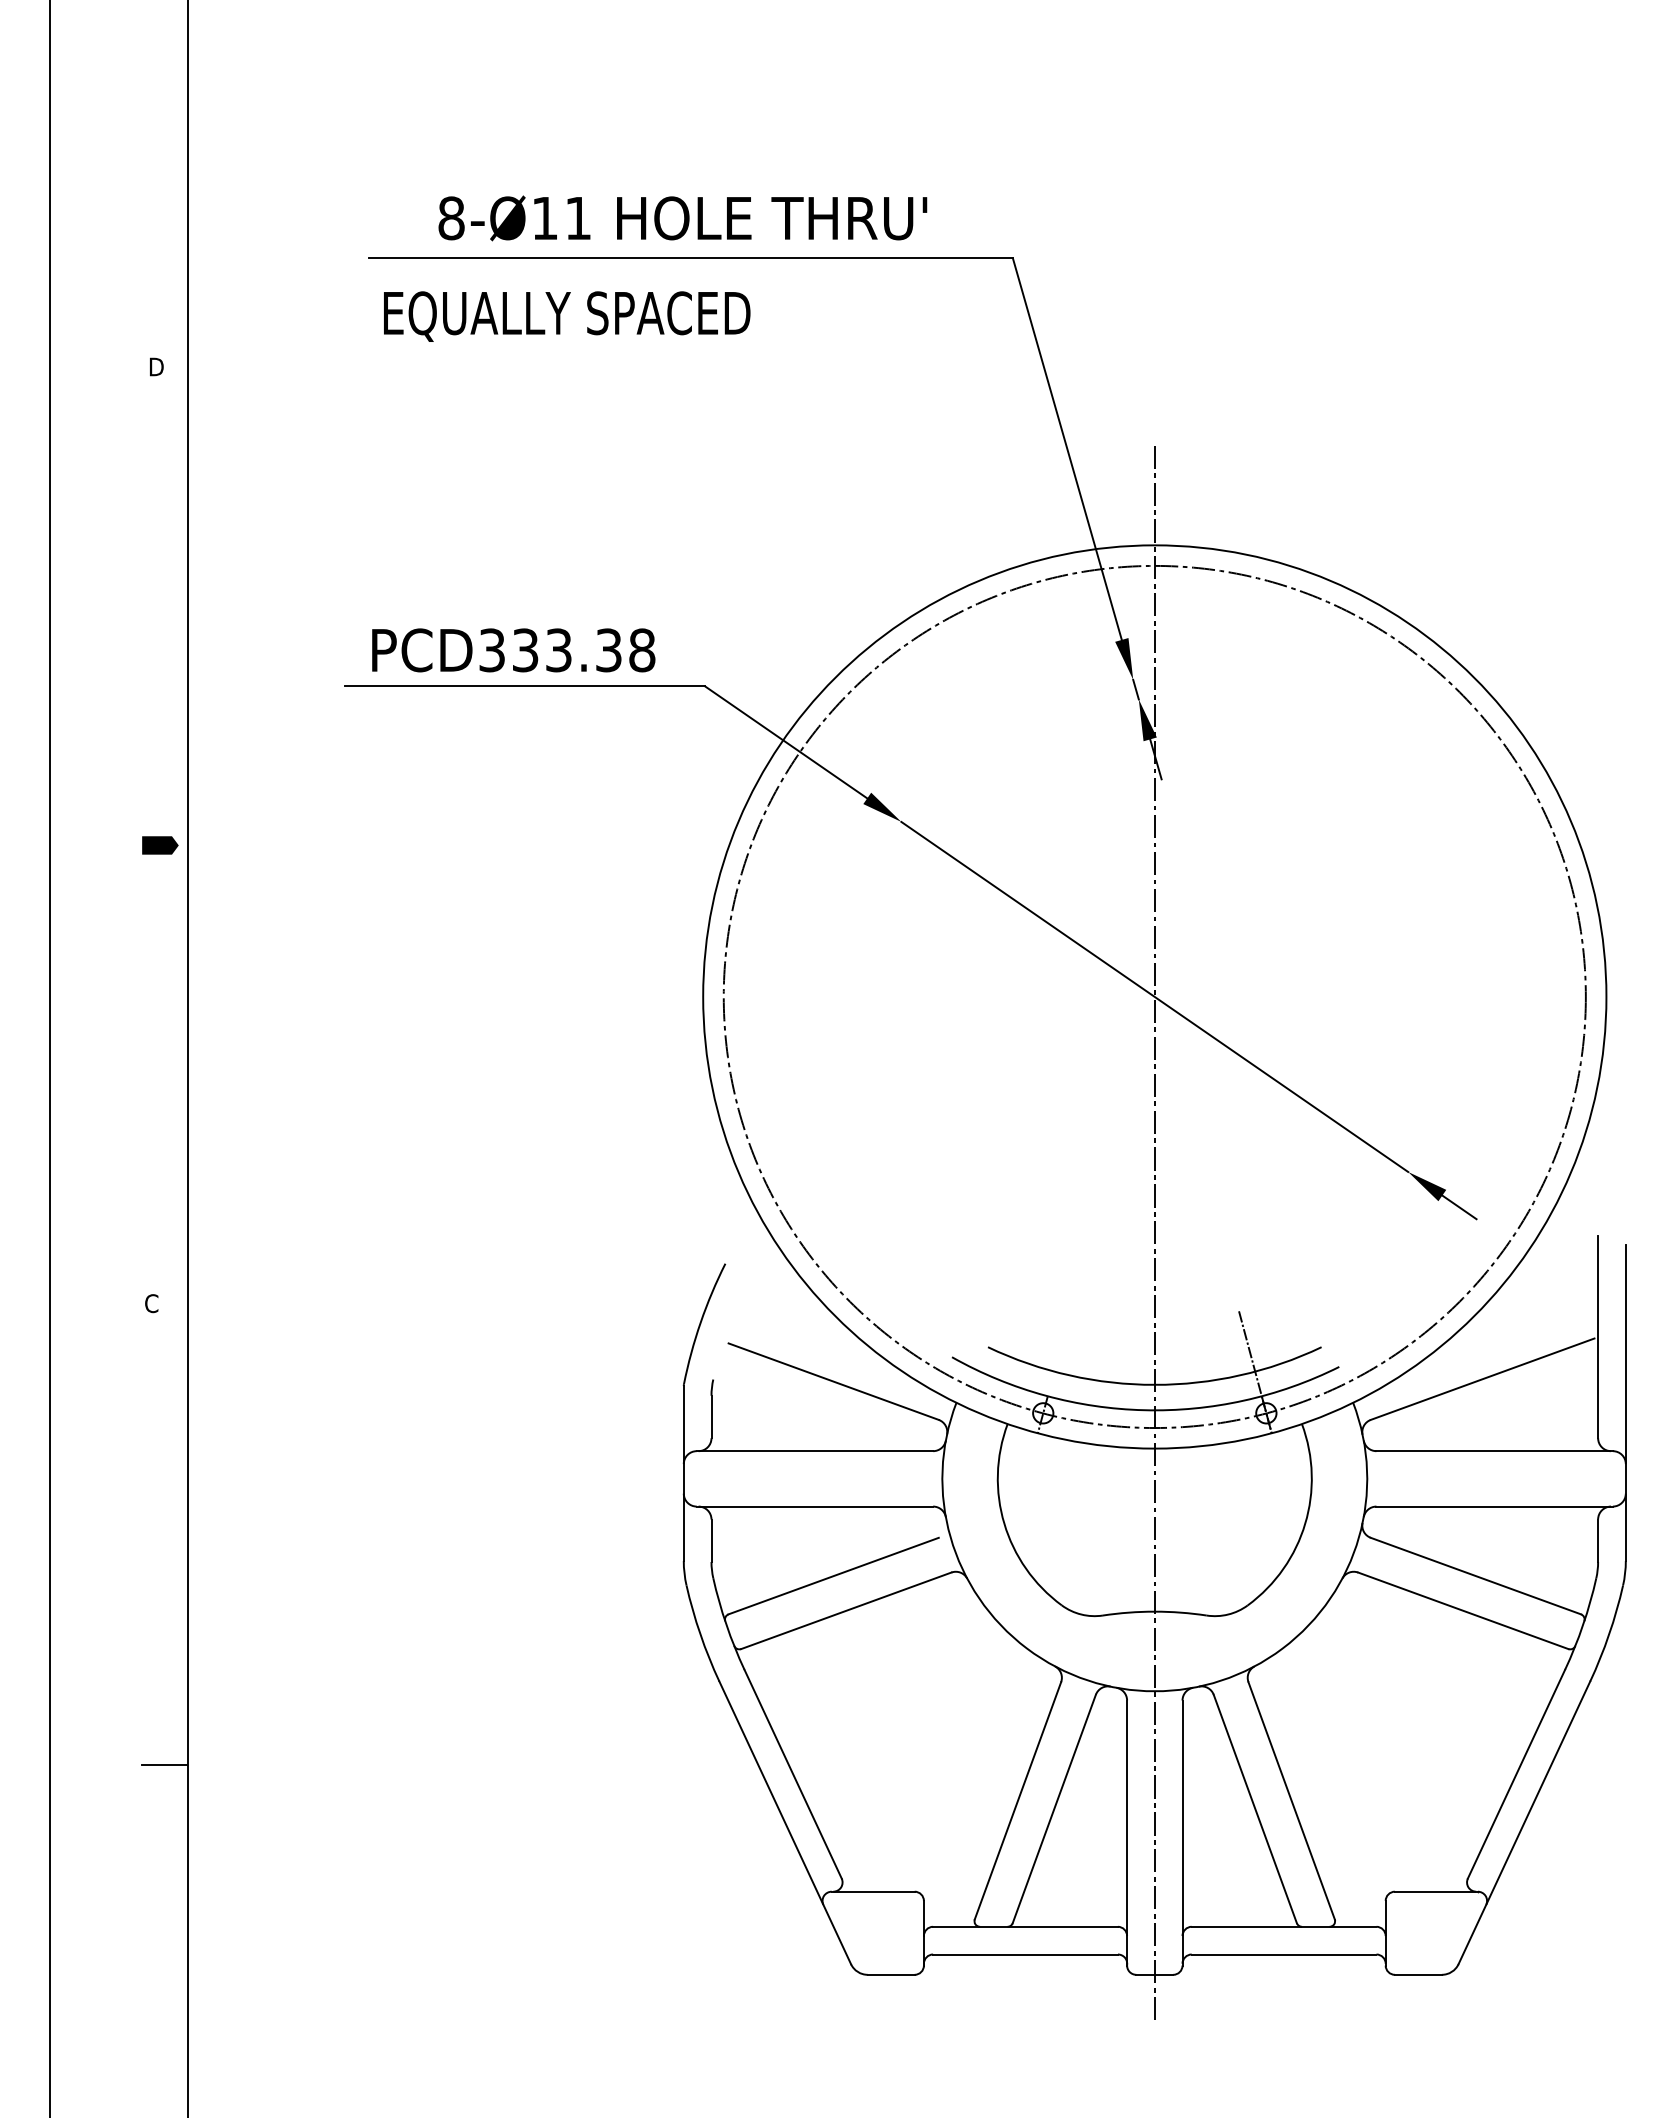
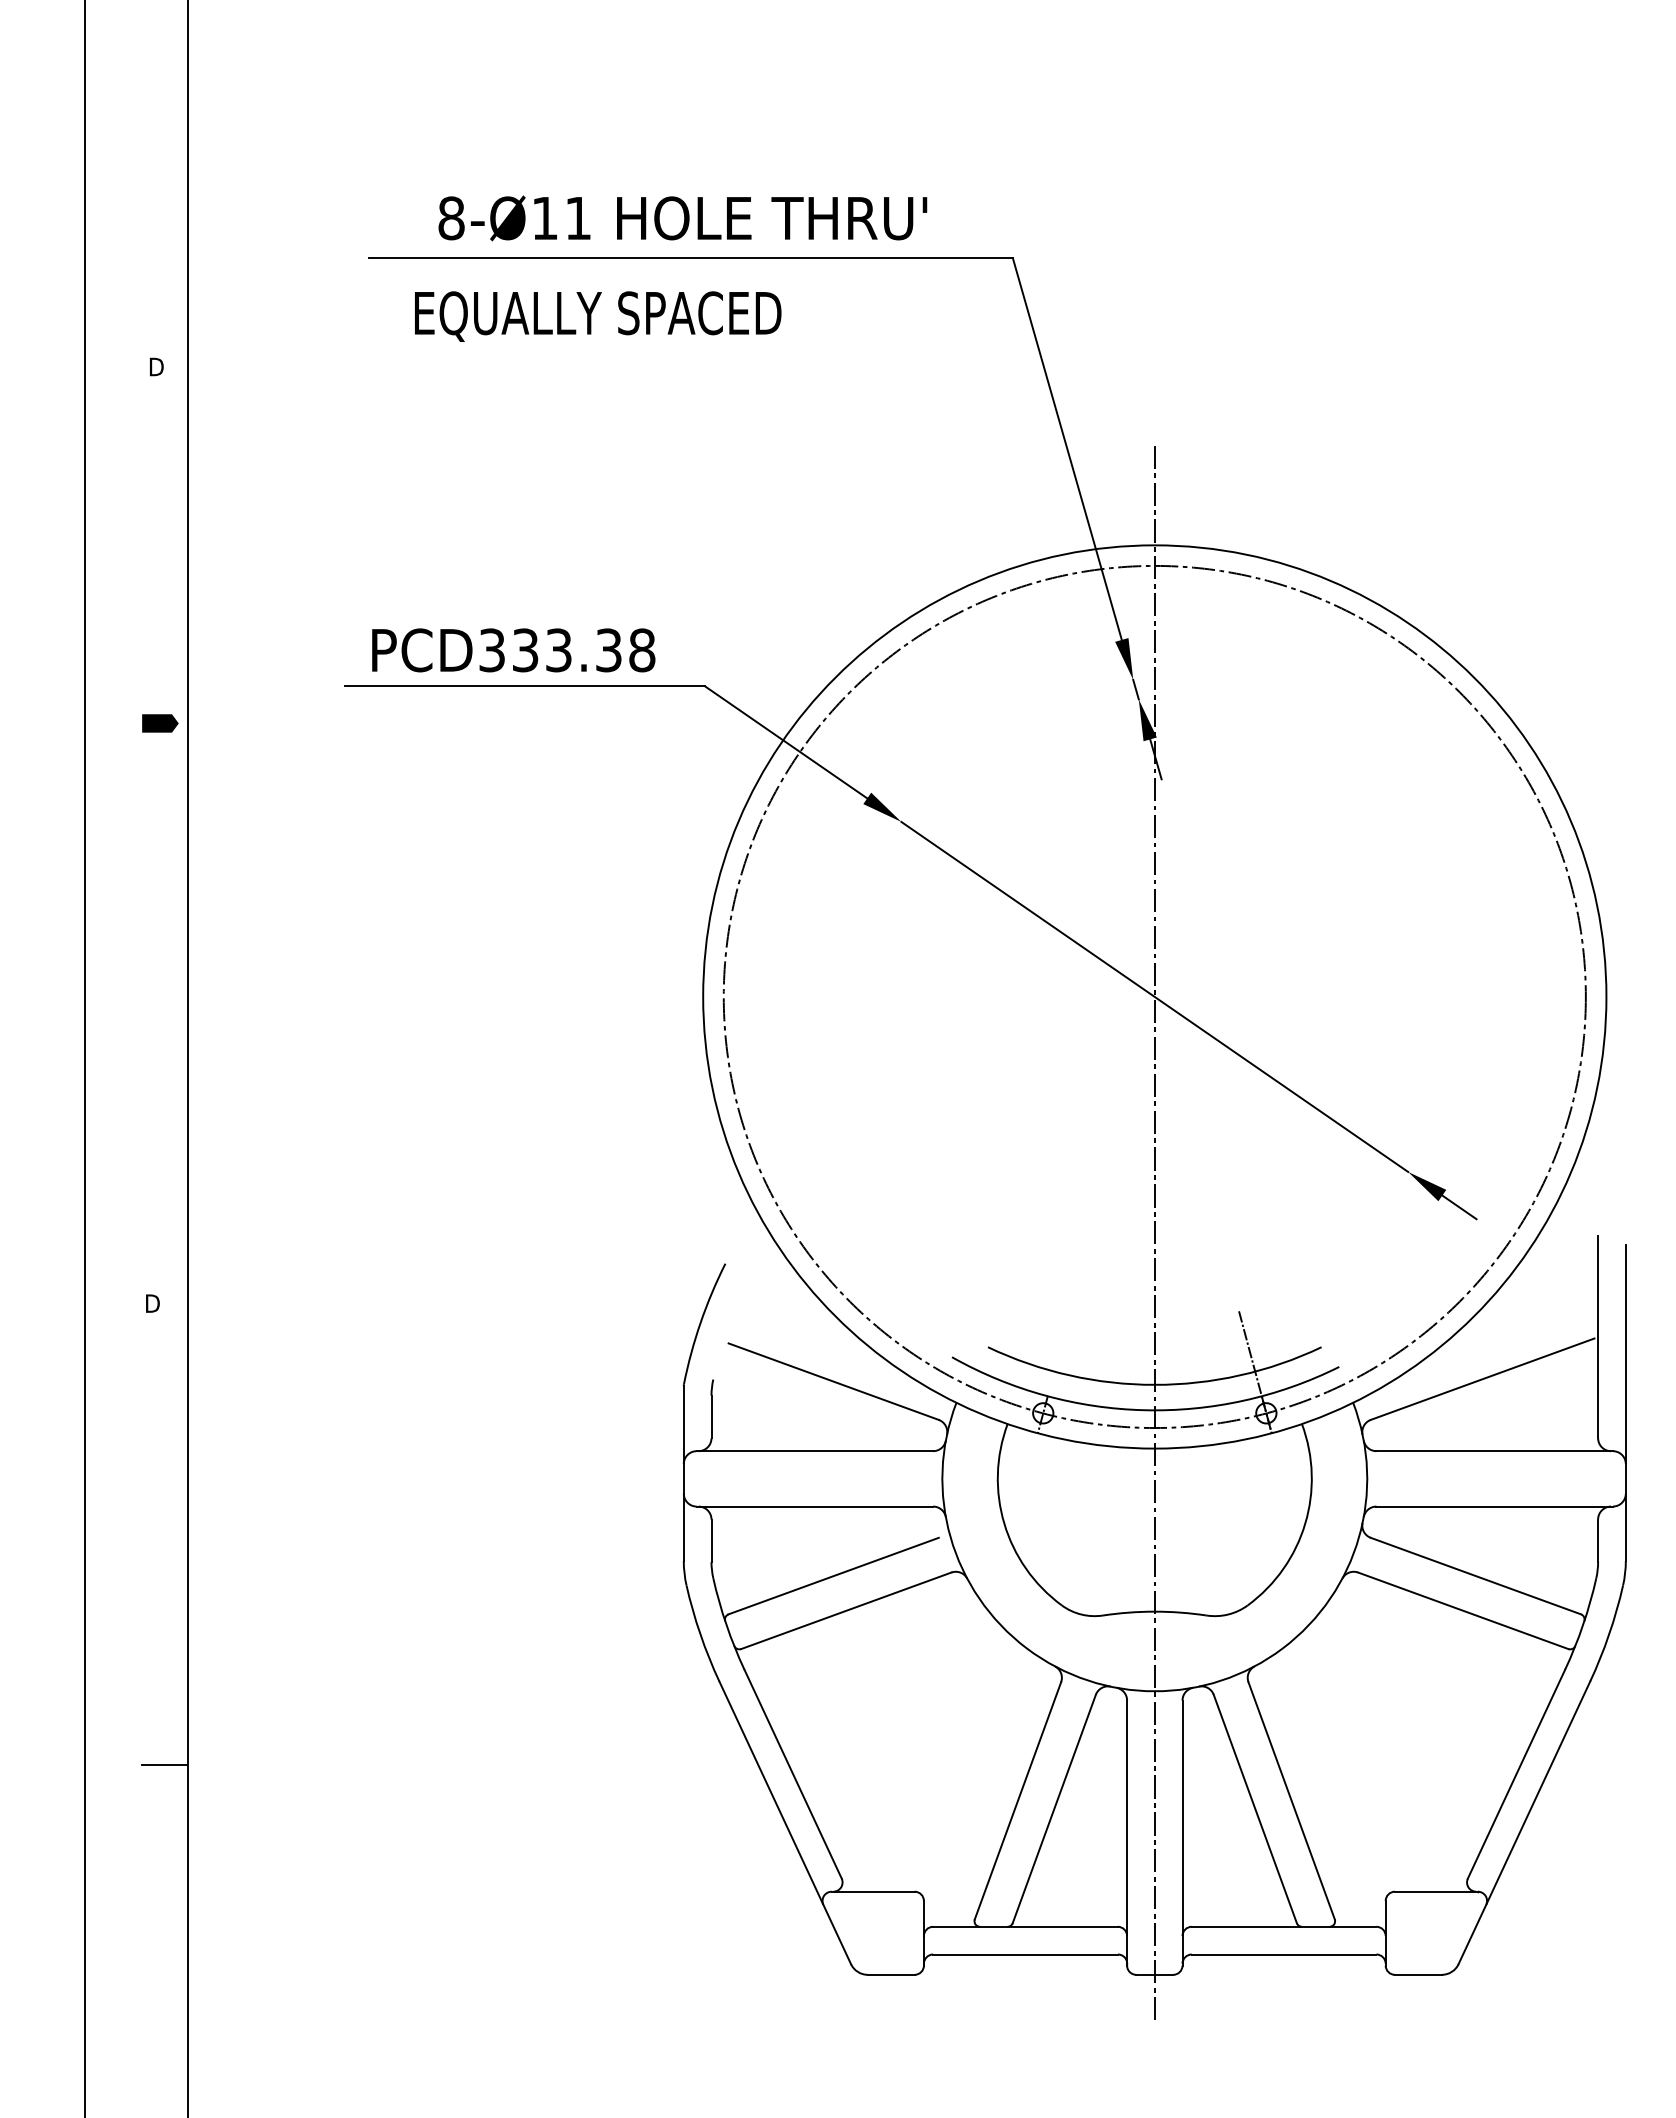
text at (567, 316) position: (567, 316) -> (598, 316)
line at (160, 845) position: (160, 845) -> (160, 723)
line at (50, 1058) position: (50, 1058) -> (85, 1058)
text at (152, 1303): C -> D
